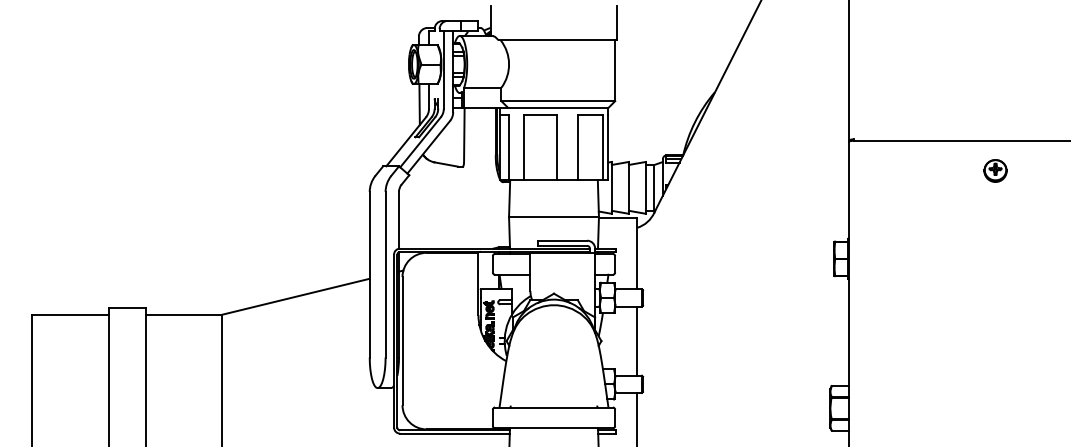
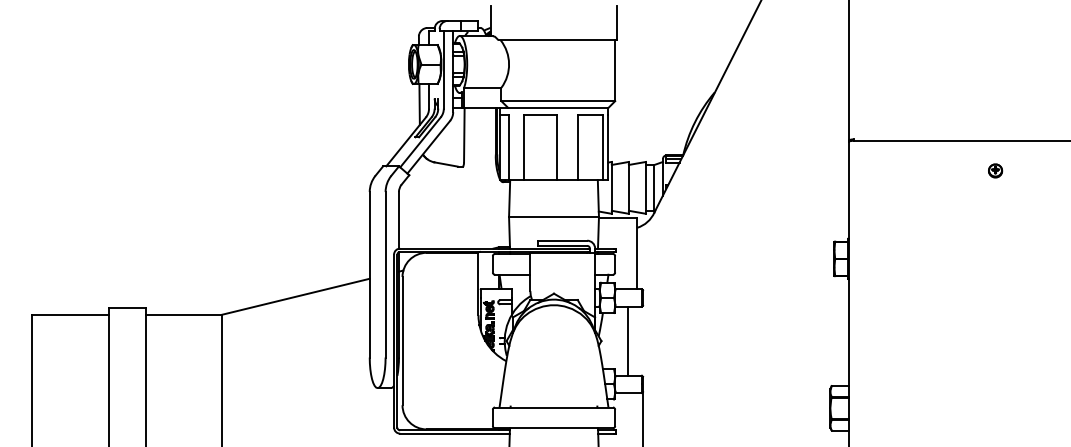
part at (995, 170) size: 25x24 px -> 16x16 px
line at (637, 340) position: (637, 340) -> (628, 340)
line at (637, 417) position: (637, 417) -> (643, 417)
